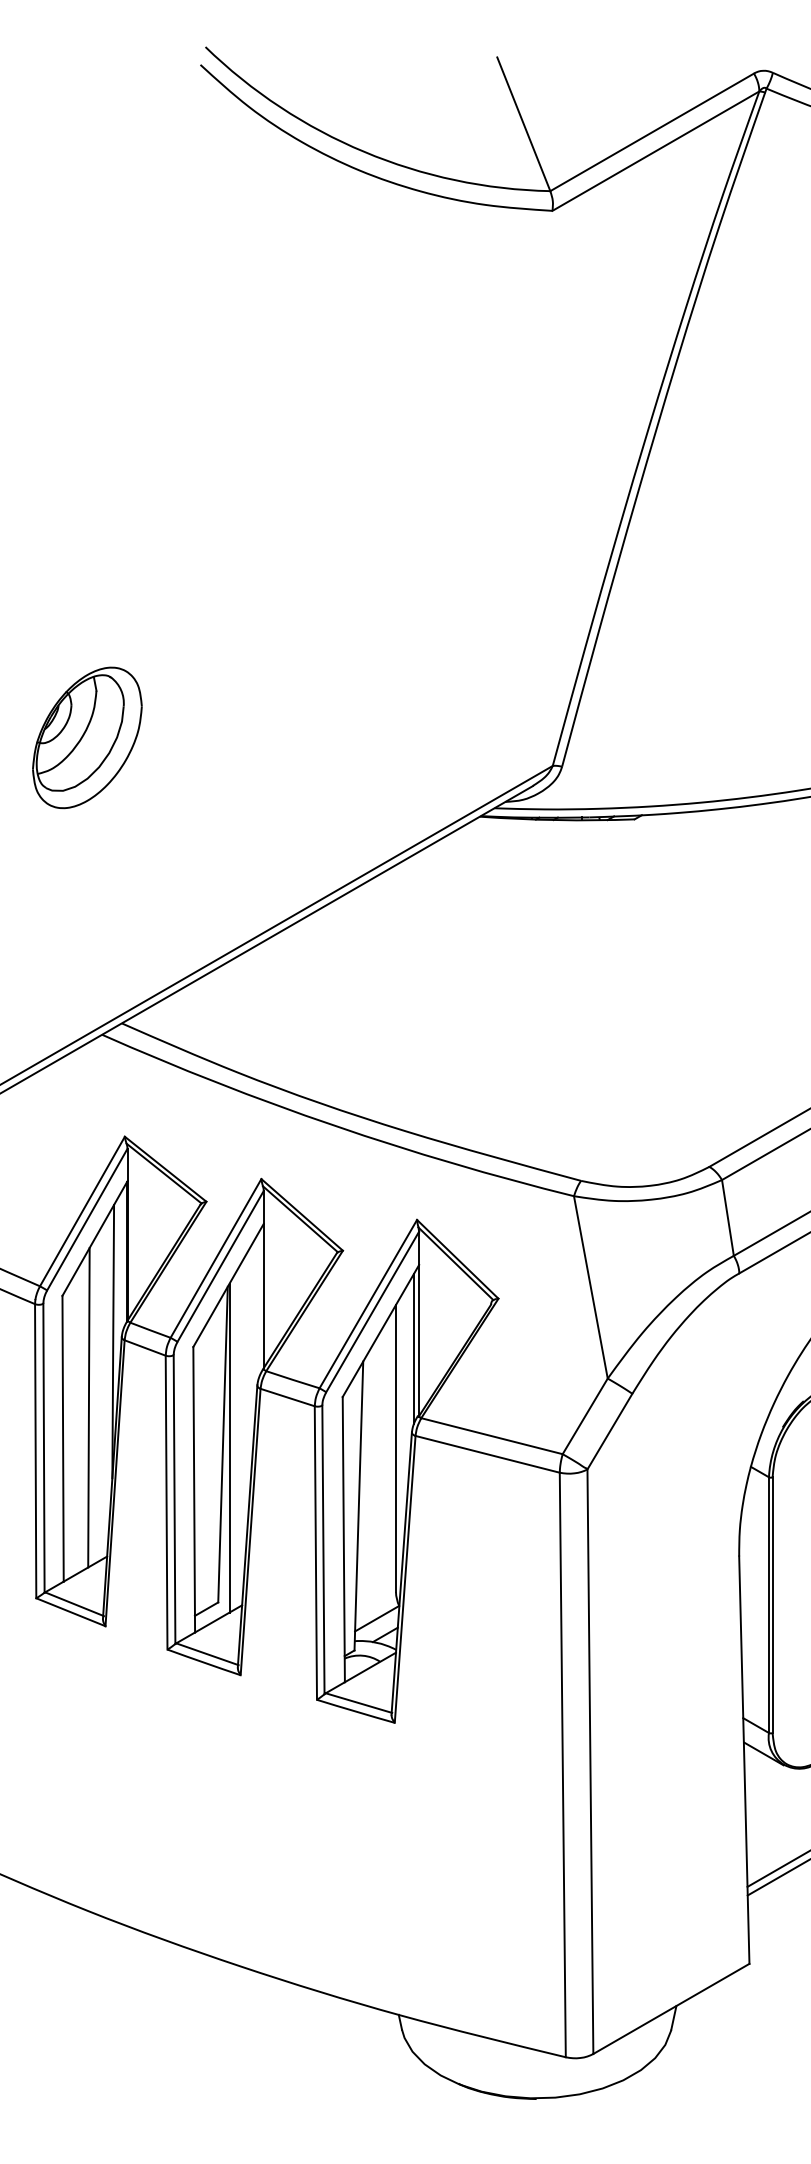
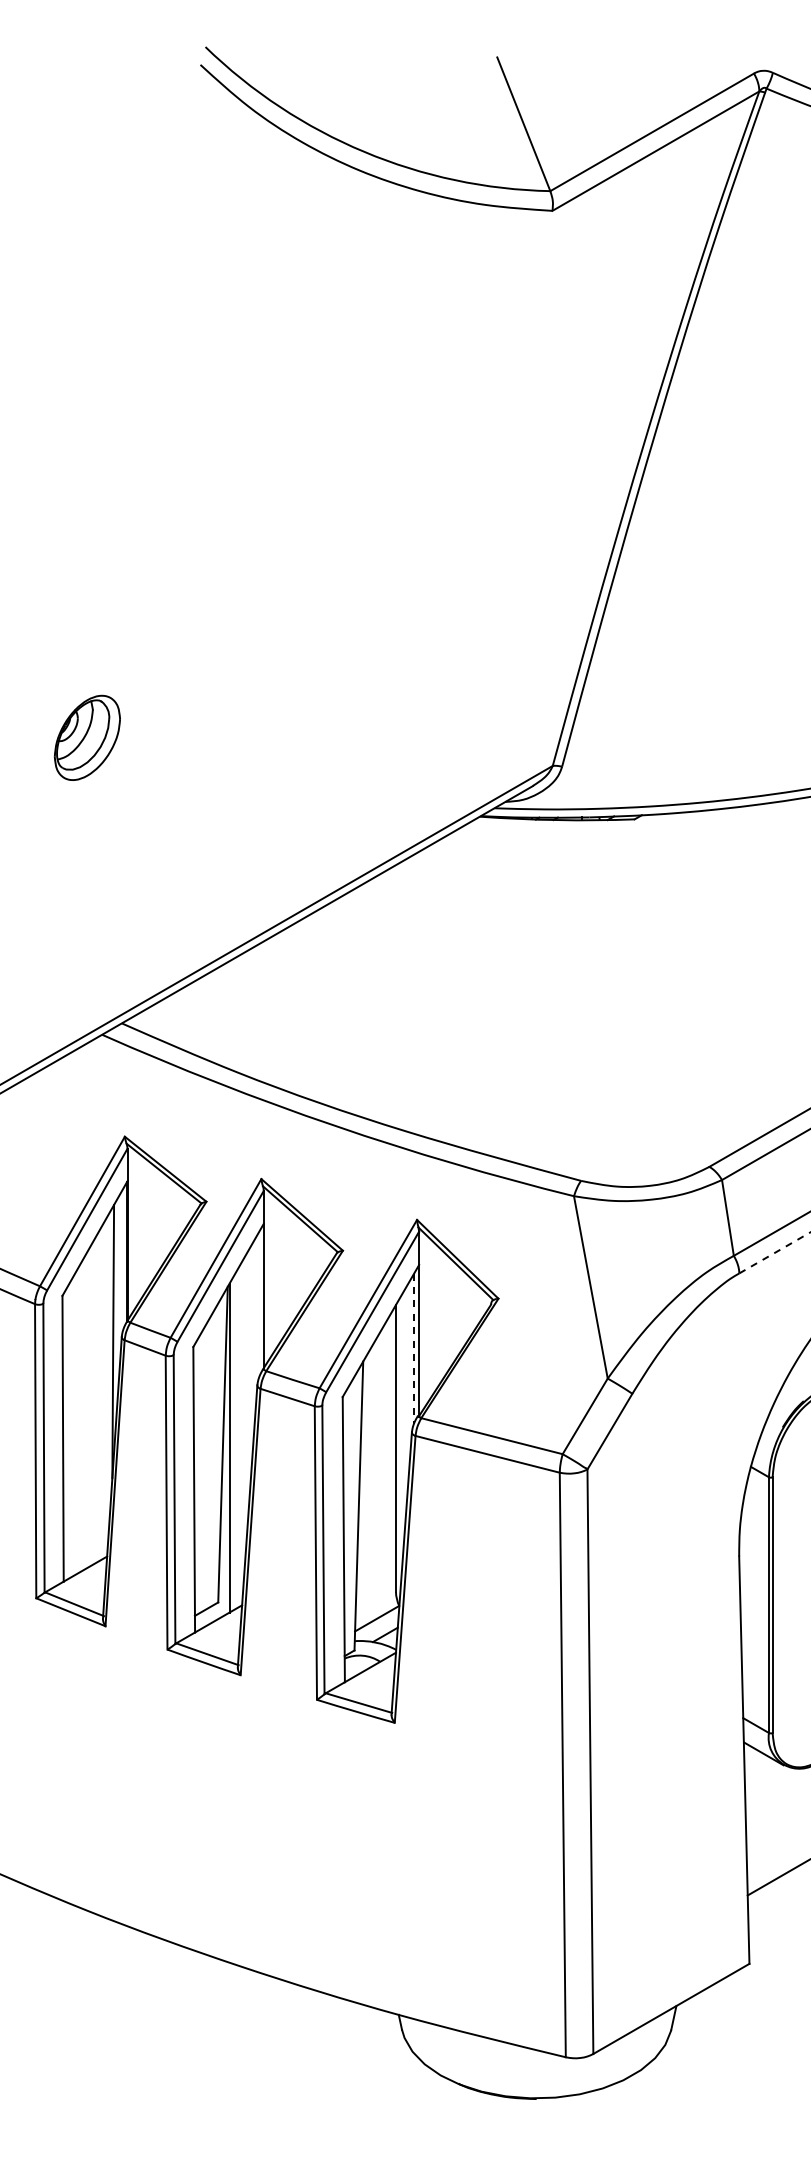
part at (87, 737) size: 111x144 px -> 68x87 px
line at (774, 1252): solid -> dashed
line at (414, 1348): solid -> dashed
line at (88, 1407): present -> none
line at (777, 1869): present -> none
